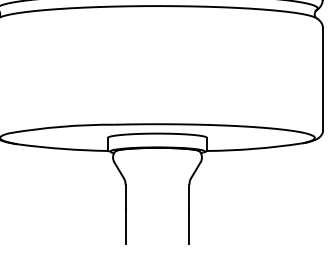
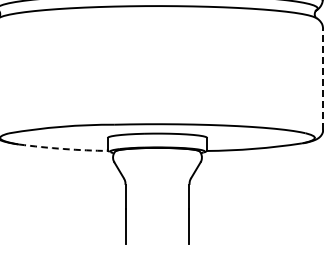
line at (323, 78): solid -> dashed
arc at (63, 149): solid -> dashed
